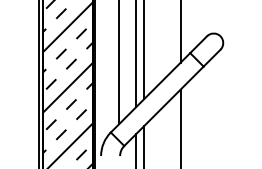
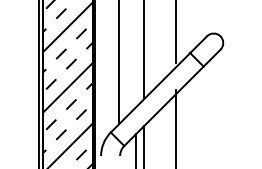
line at (180, 32) position: (180, 32) -> (175, 32)
line at (136, 54): present -> none
line at (180, 127) position: (180, 127) -> (175, 127)
